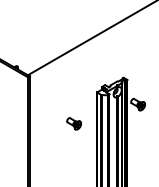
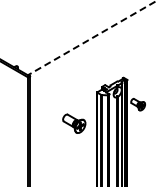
line at (92, 37): solid -> dashed
part at (73, 123) size: 16x14 px -> 25x21 px
